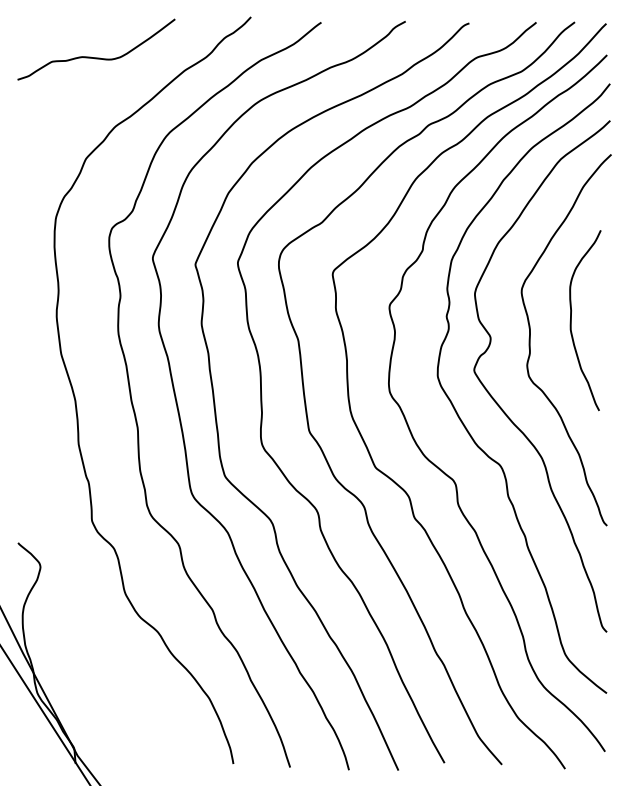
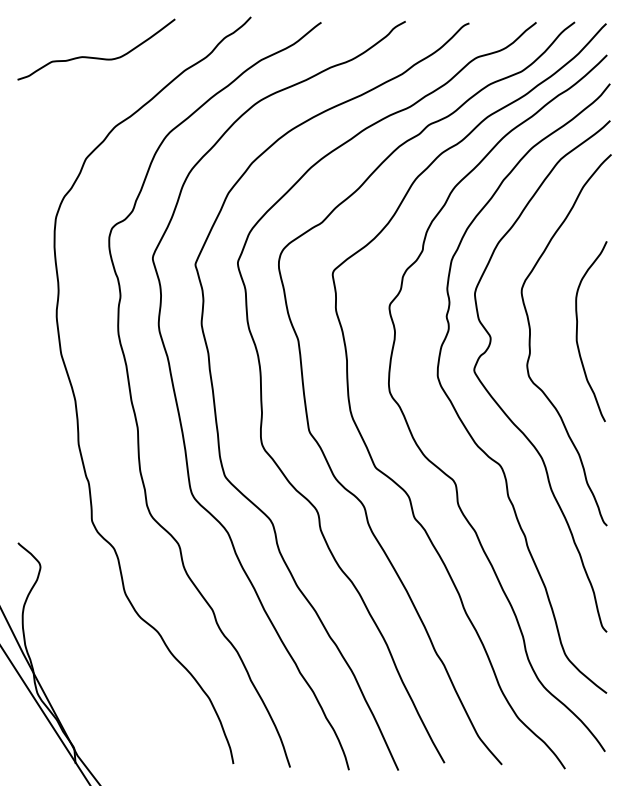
curve at (571, 320) position: (571, 320) -> (577, 331)
